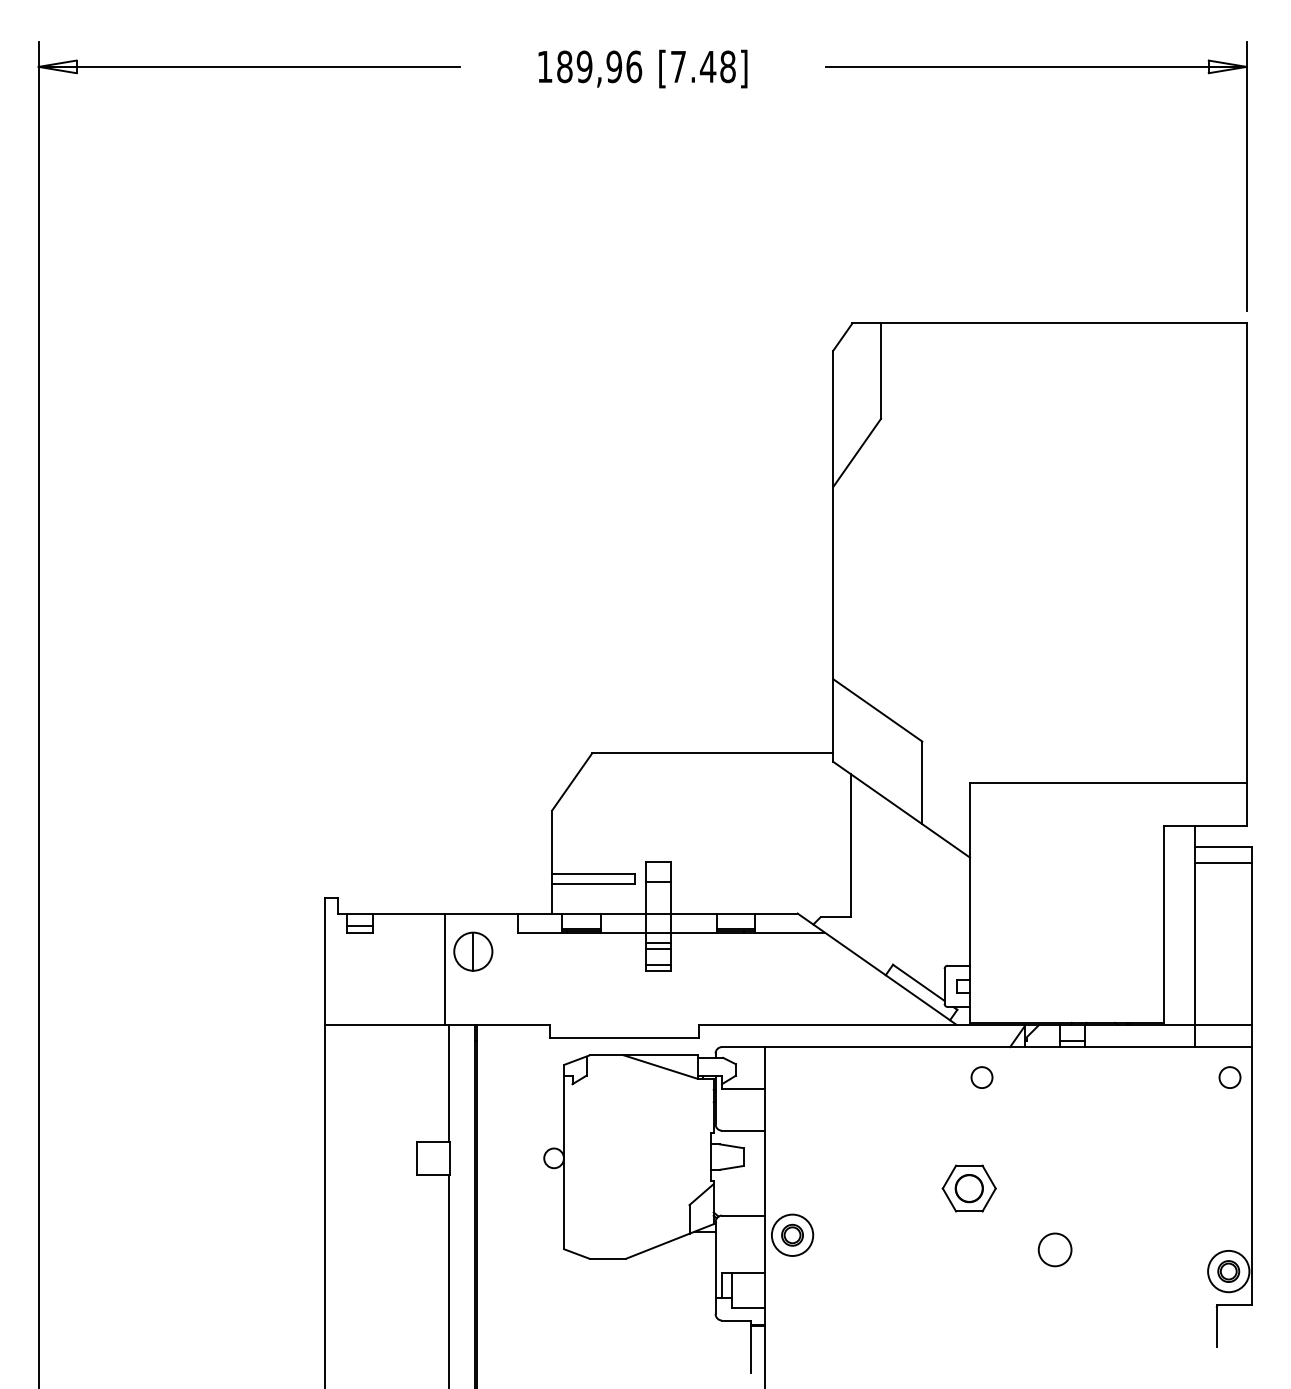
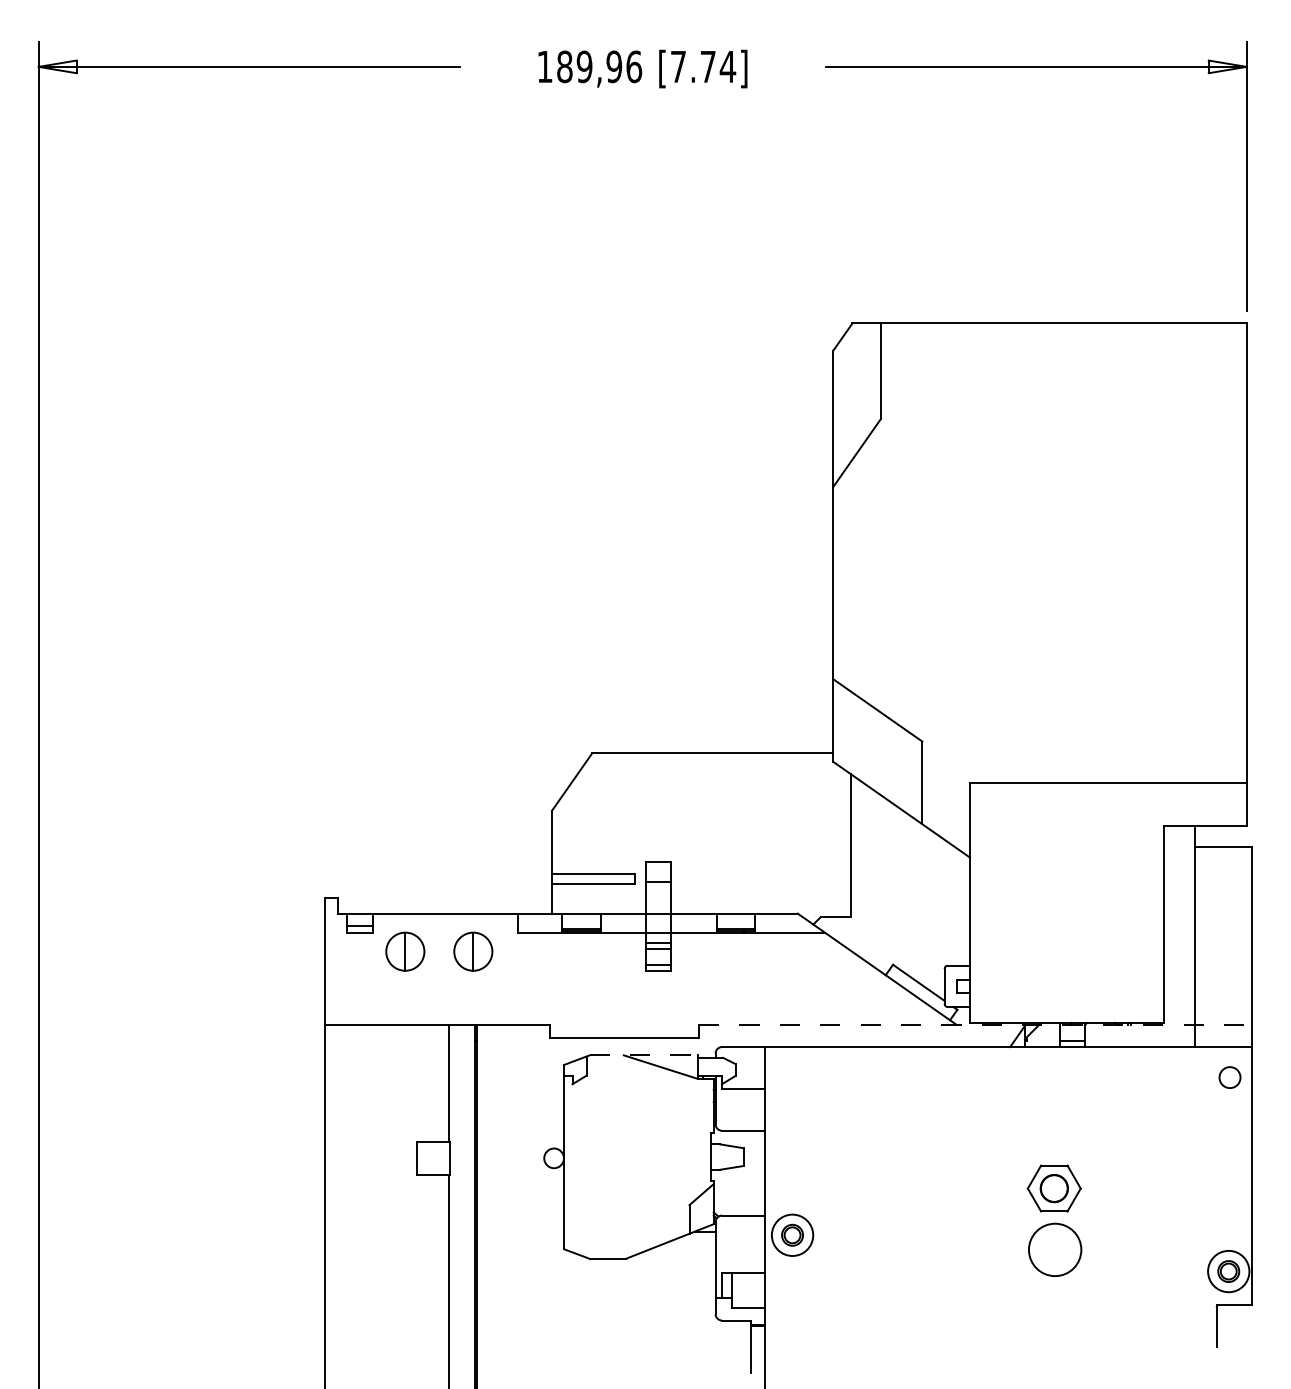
text at (717, 66): [7.48] -> [7.74]
line at (1223, 862): present -> none
part at (405, 951): none -> present
line at (444, 968): present -> none
line at (975, 1024): solid -> dashed
line at (644, 1055): solid -> dashed
circle at (981, 1077): present -> none
part at (968, 1188) position: (968, 1188) -> (1053, 1188)
circle at (1054, 1249) diameter: 33 px -> 52 px
